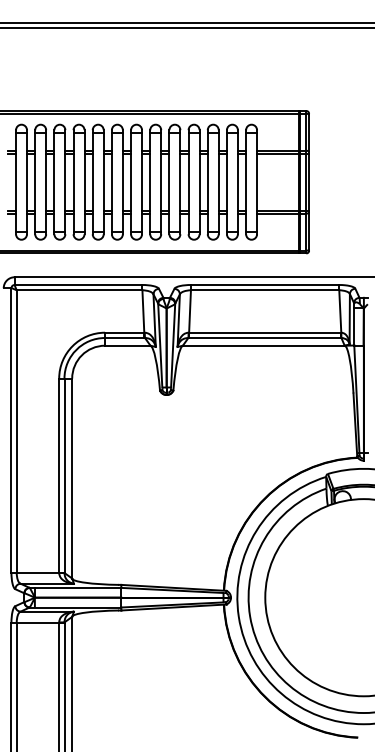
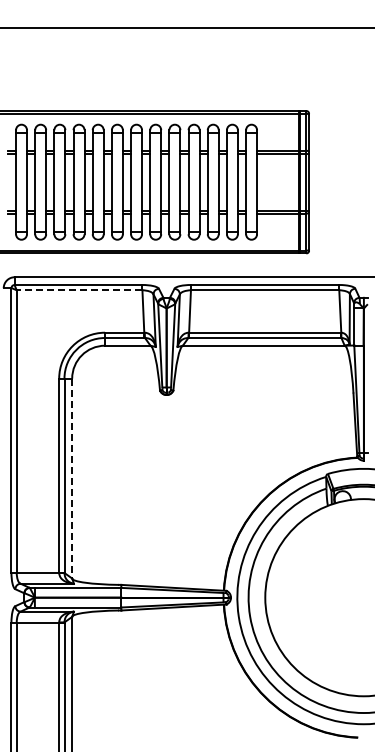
line at (186, 22): present -> none
line at (79, 290): solid -> dashed
line at (72, 478): solid -> dashed
